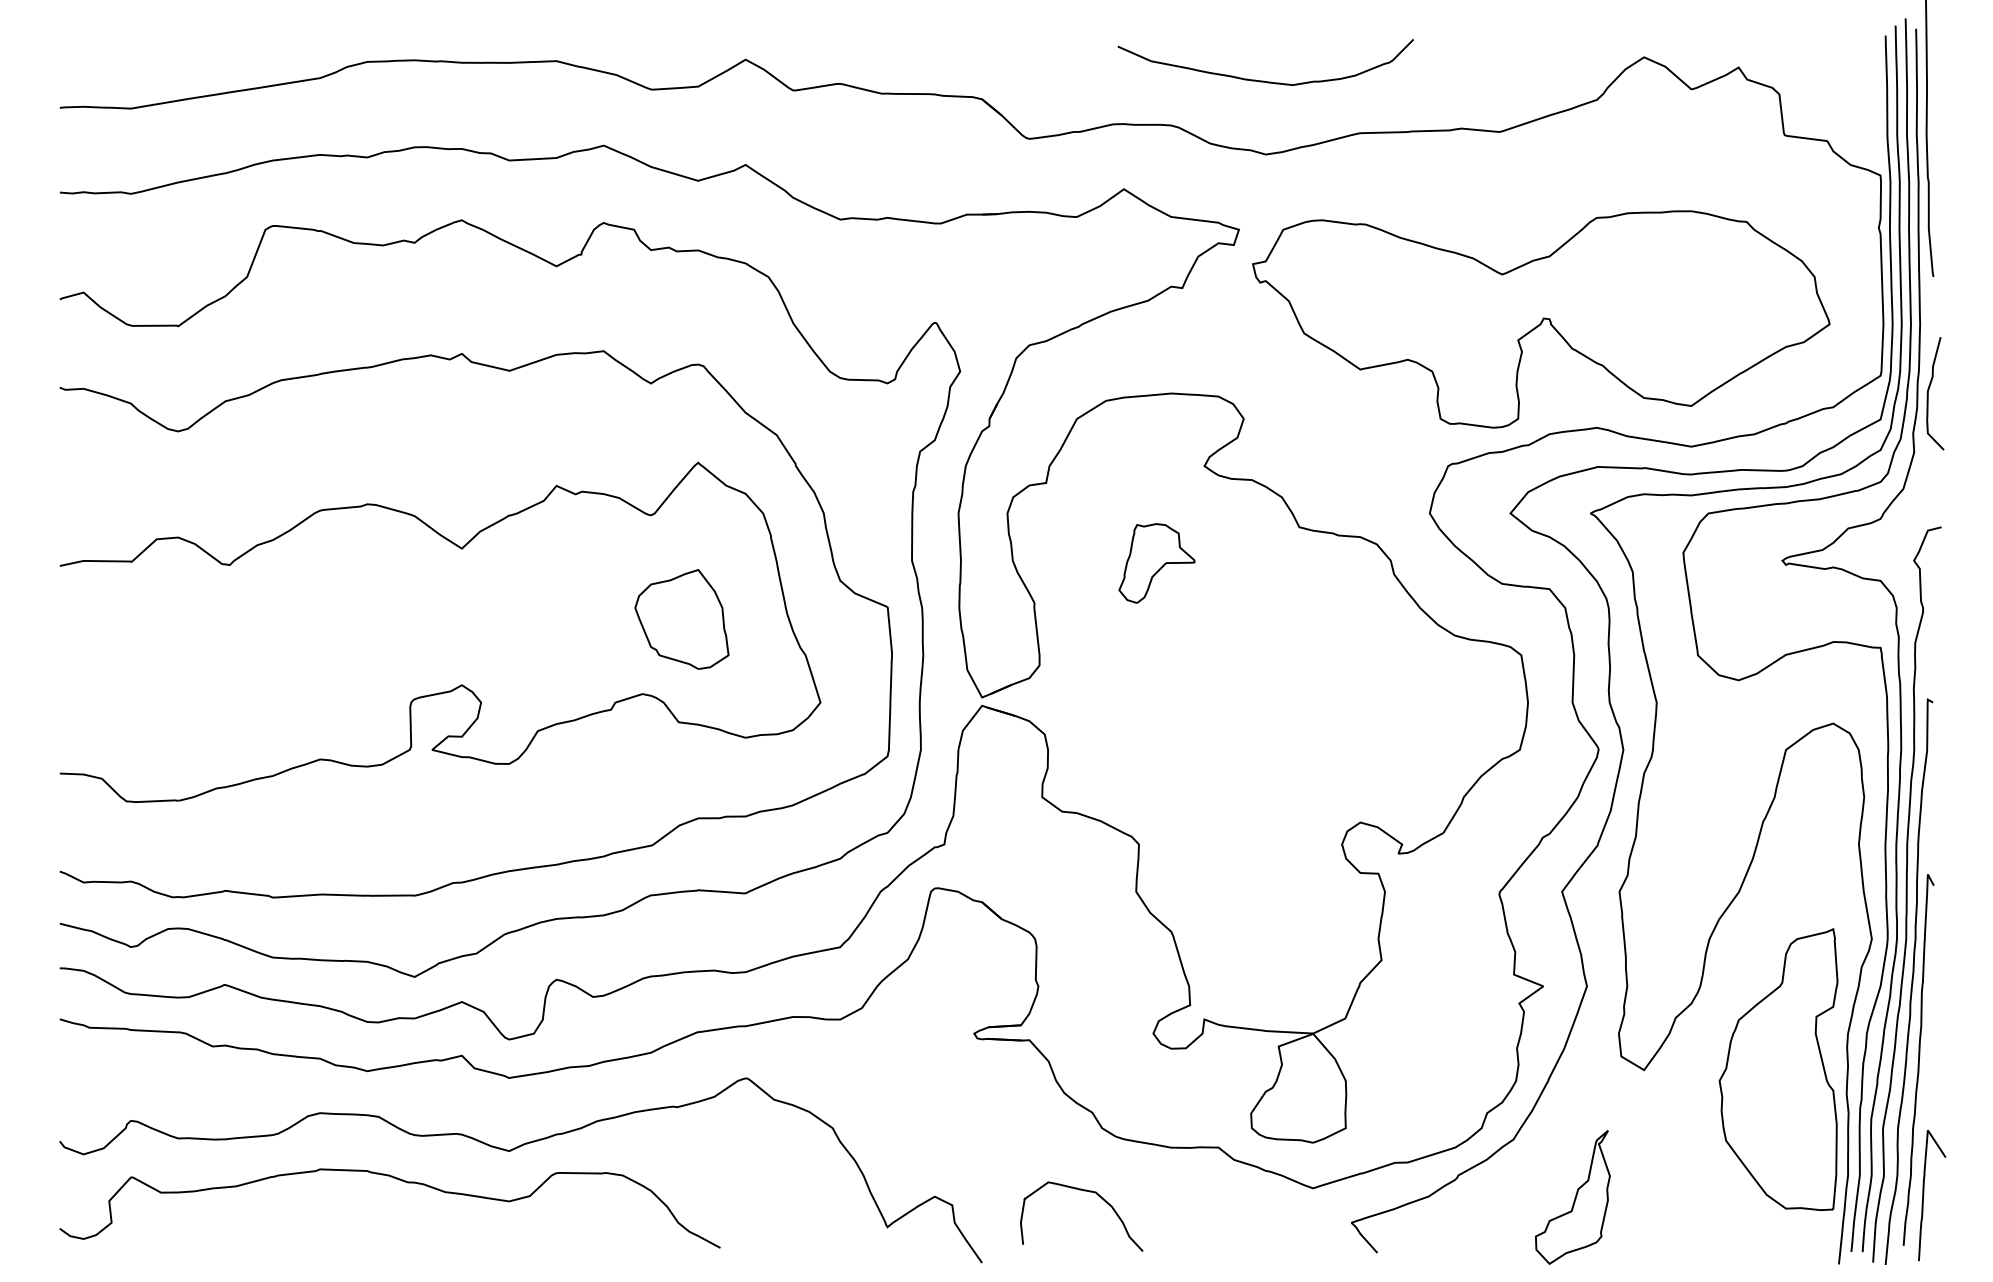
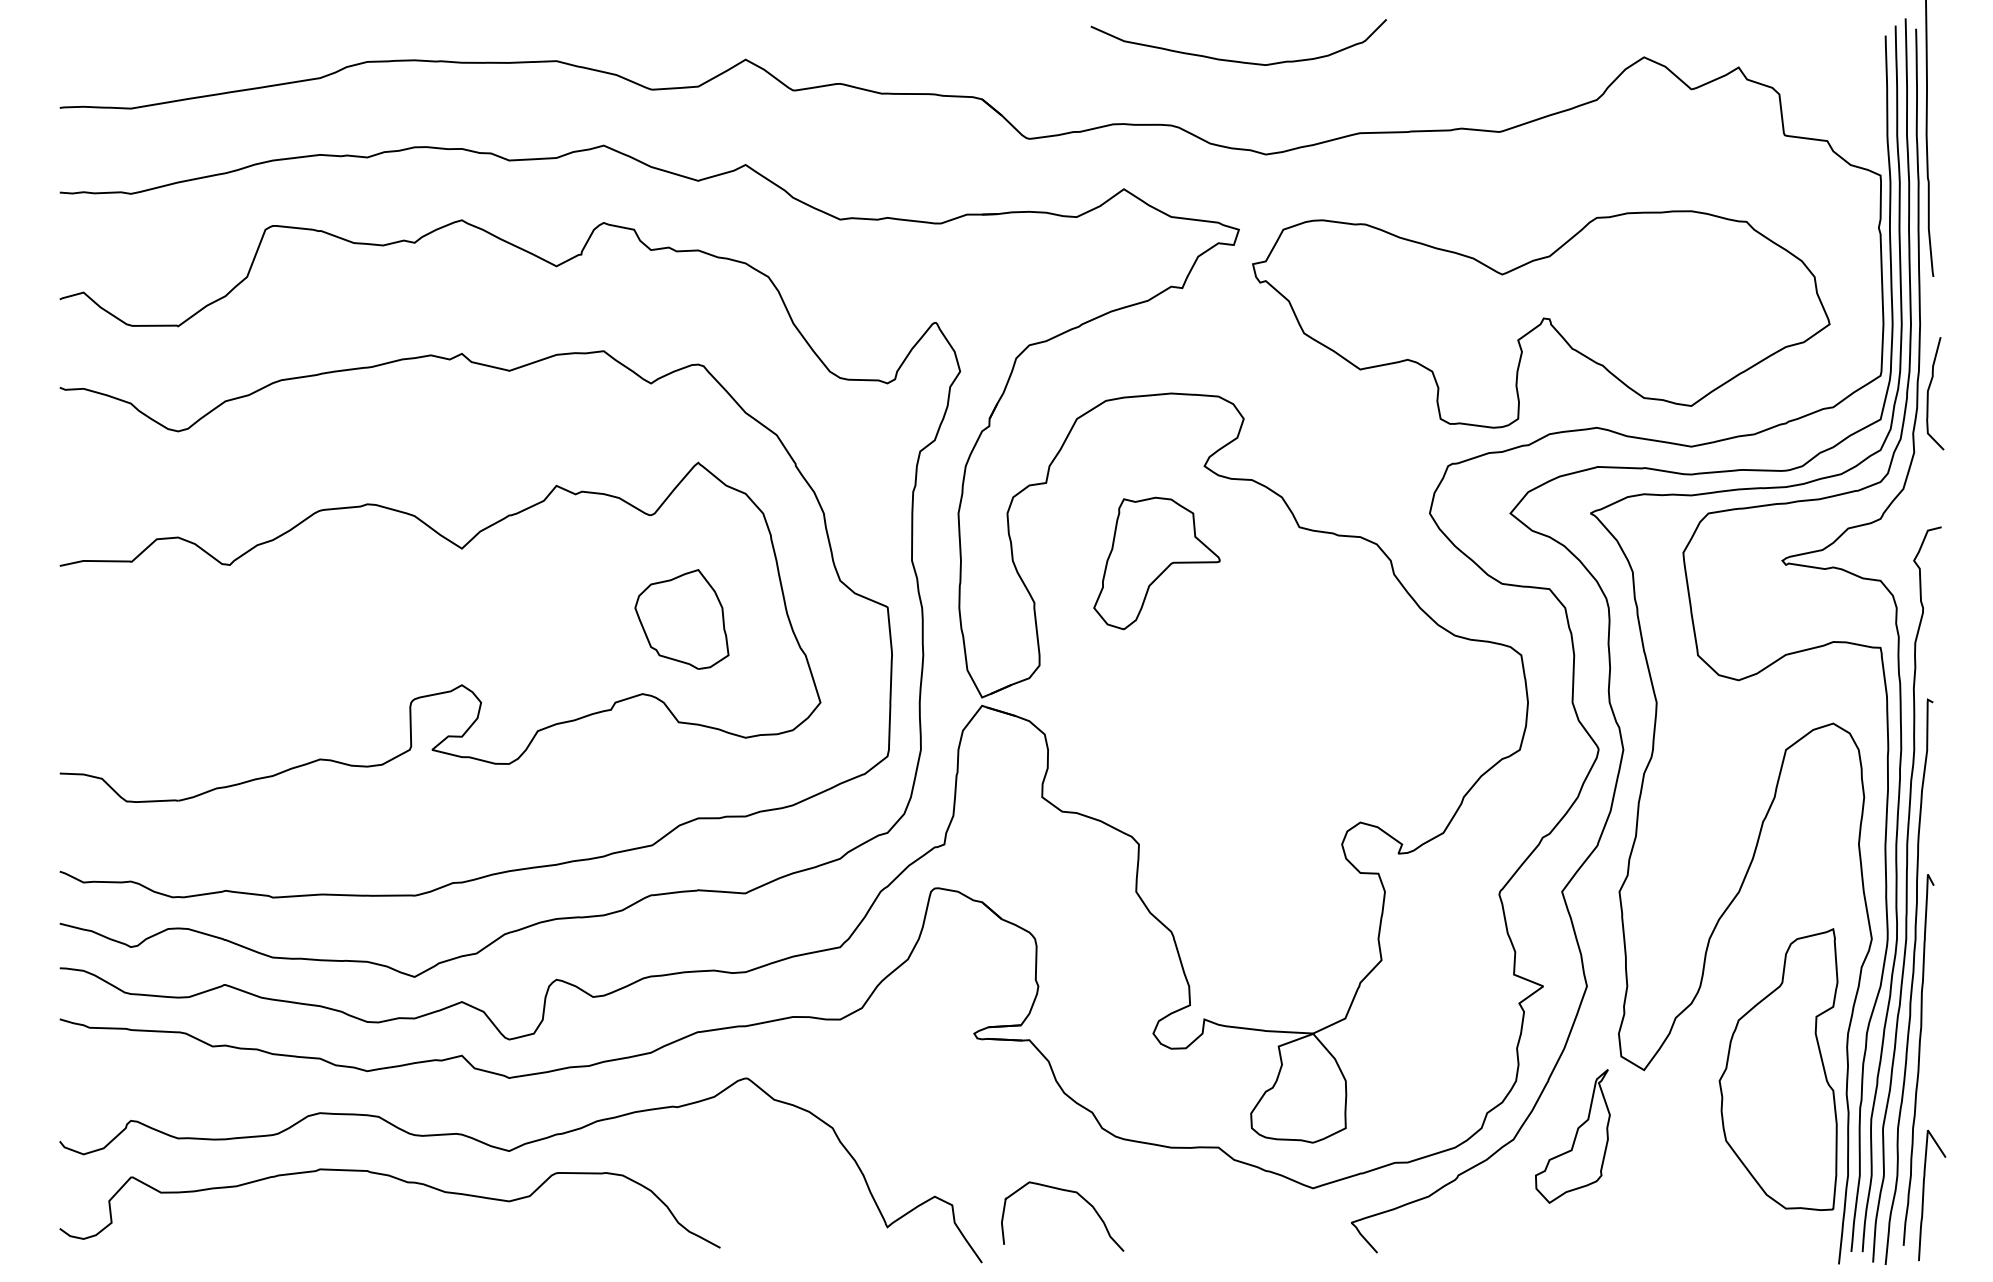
curve at (1264, 80) position: (1264, 80) -> (1237, 60)
part at (1156, 563) size: 78x81 px -> 128x135 px
curve at (1084, 1191) position: (1084, 1191) -> (1065, 1191)
part at (1572, 1197) position: (1572, 1197) -> (1572, 1136)
